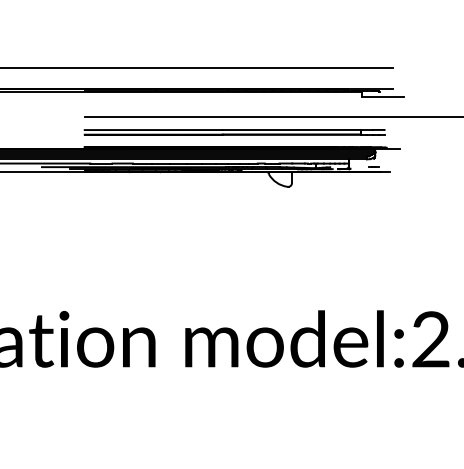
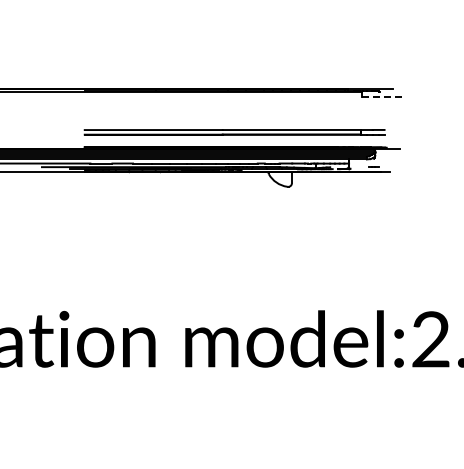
line at (197, 68): present -> none
line at (382, 96): solid -> dashed
line at (272, 116): present -> none
